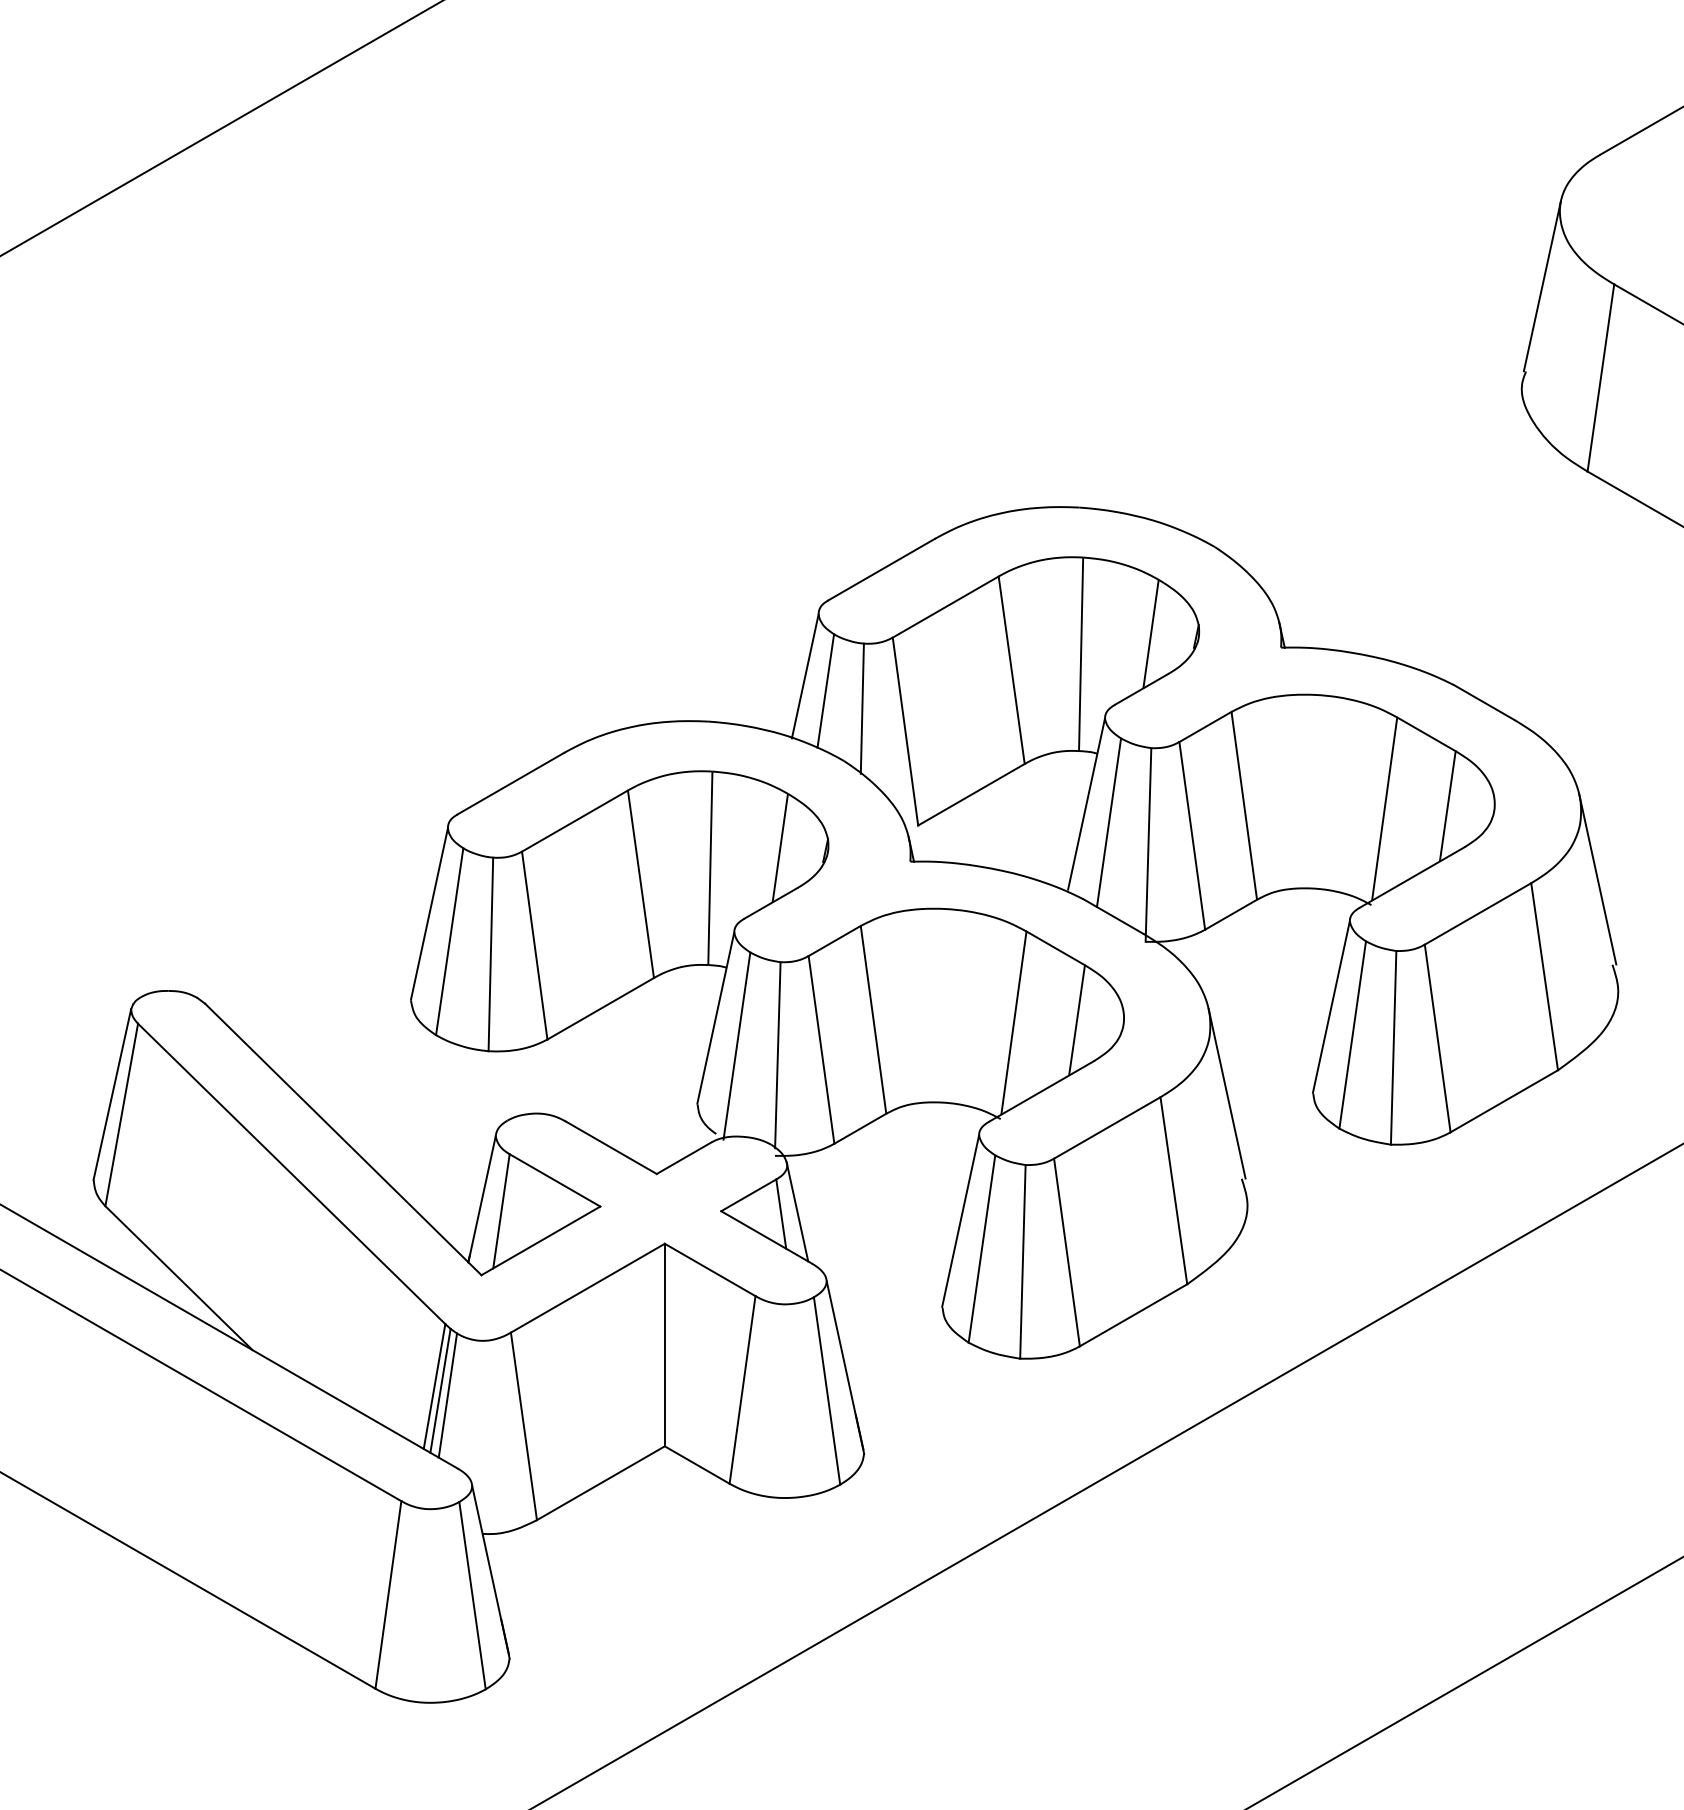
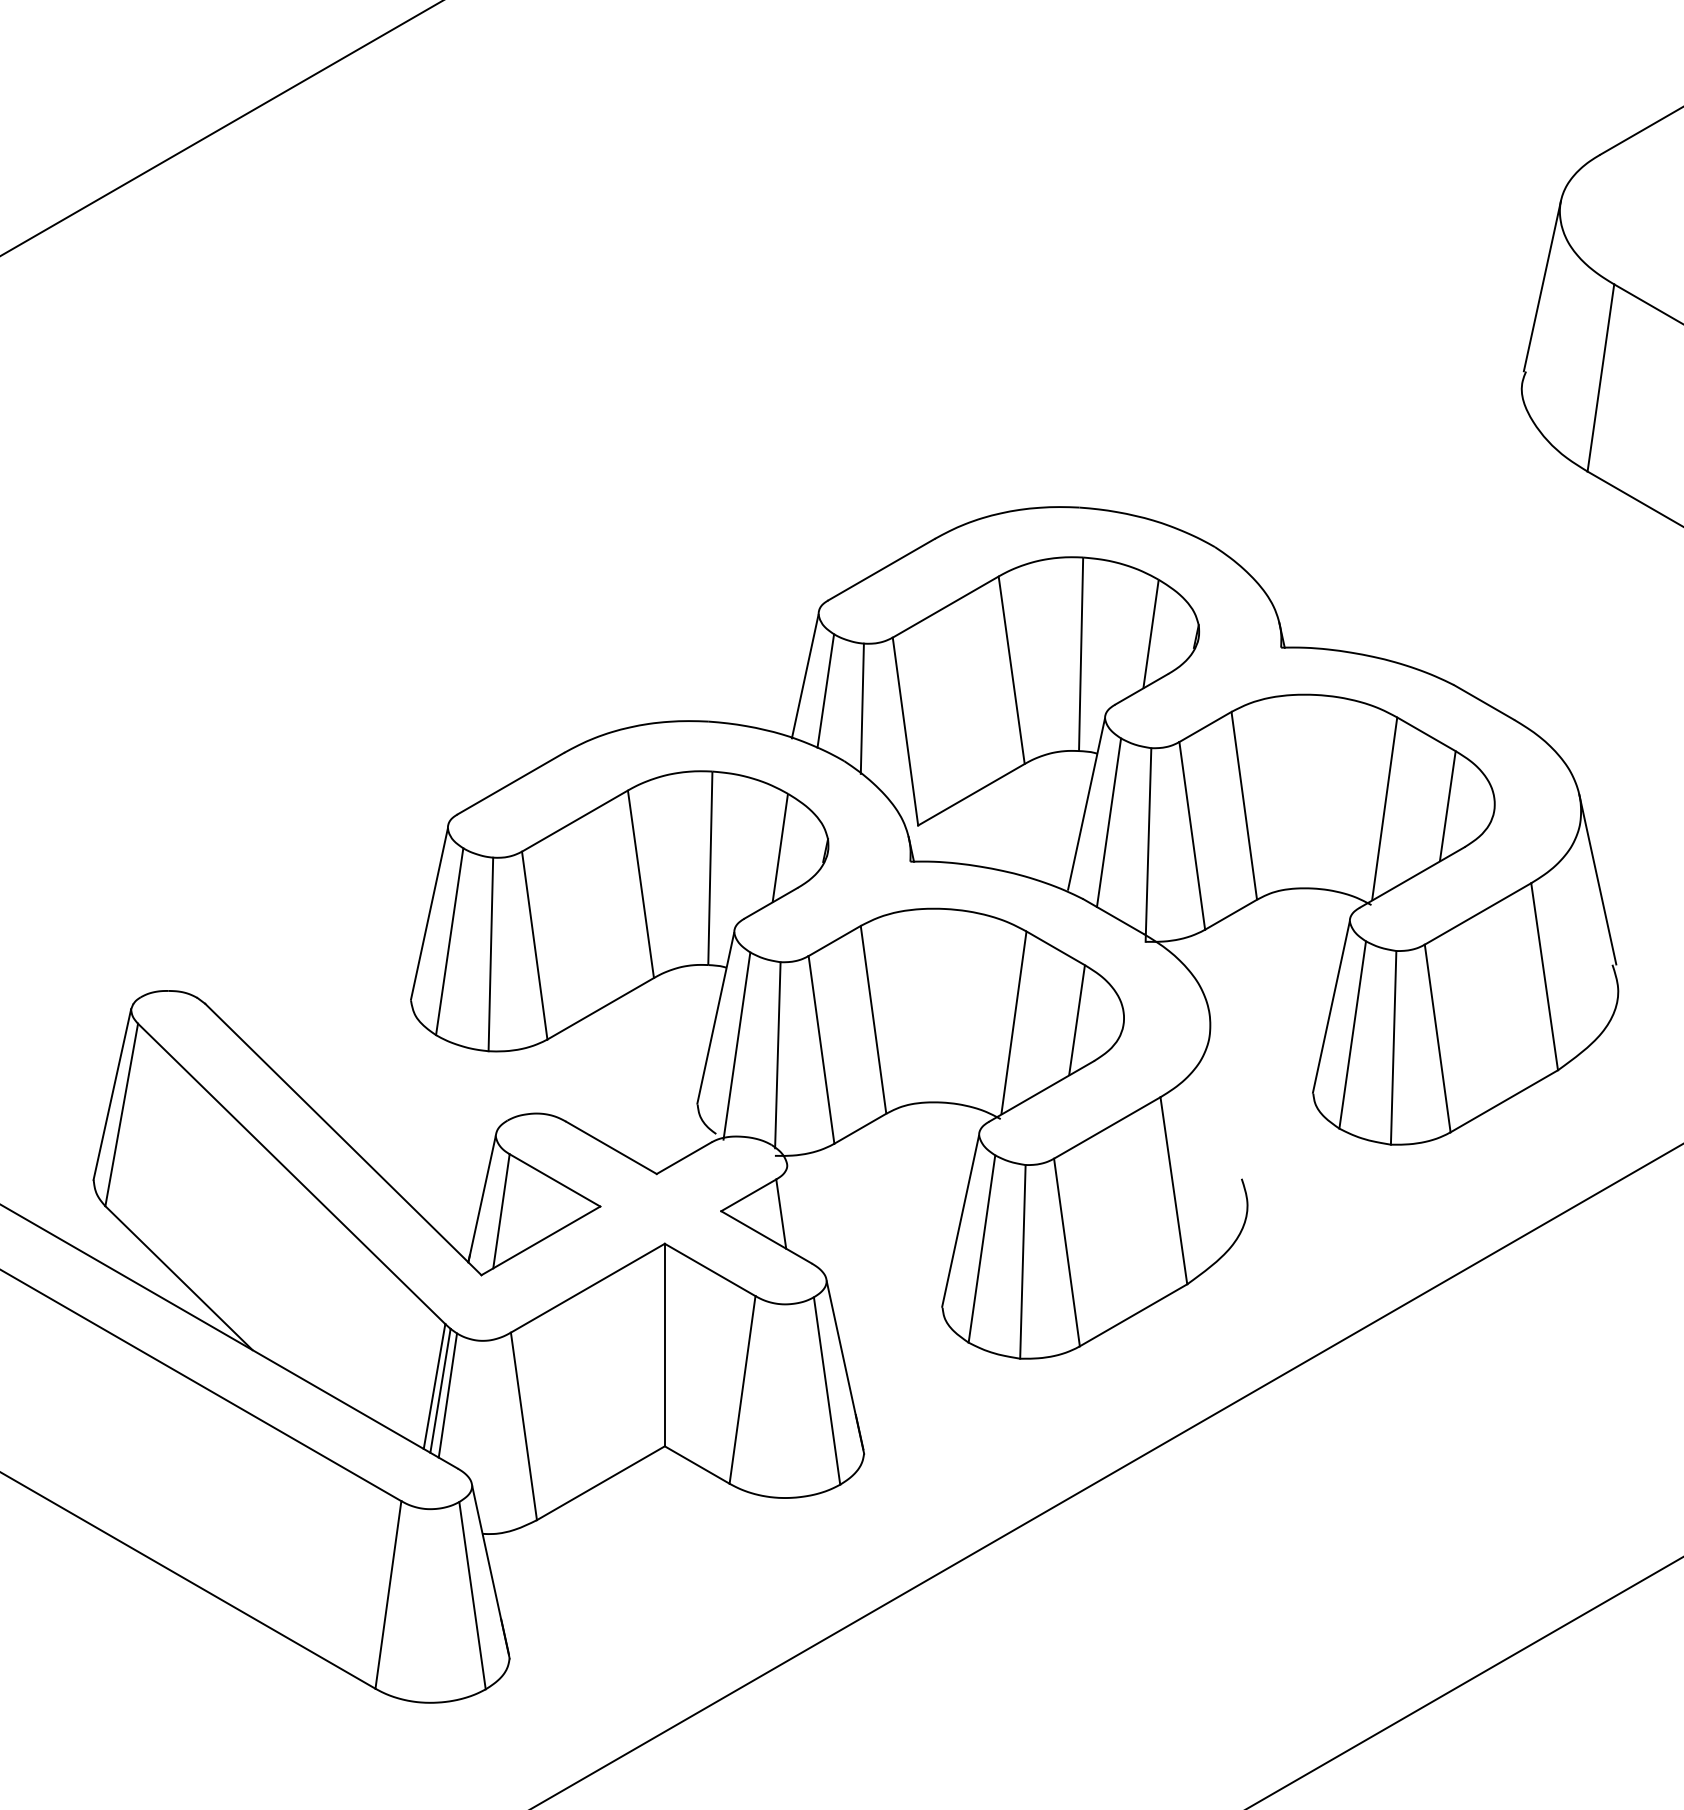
line at (1226, 1093): present -> none
line at (797, 1211): present -> none
